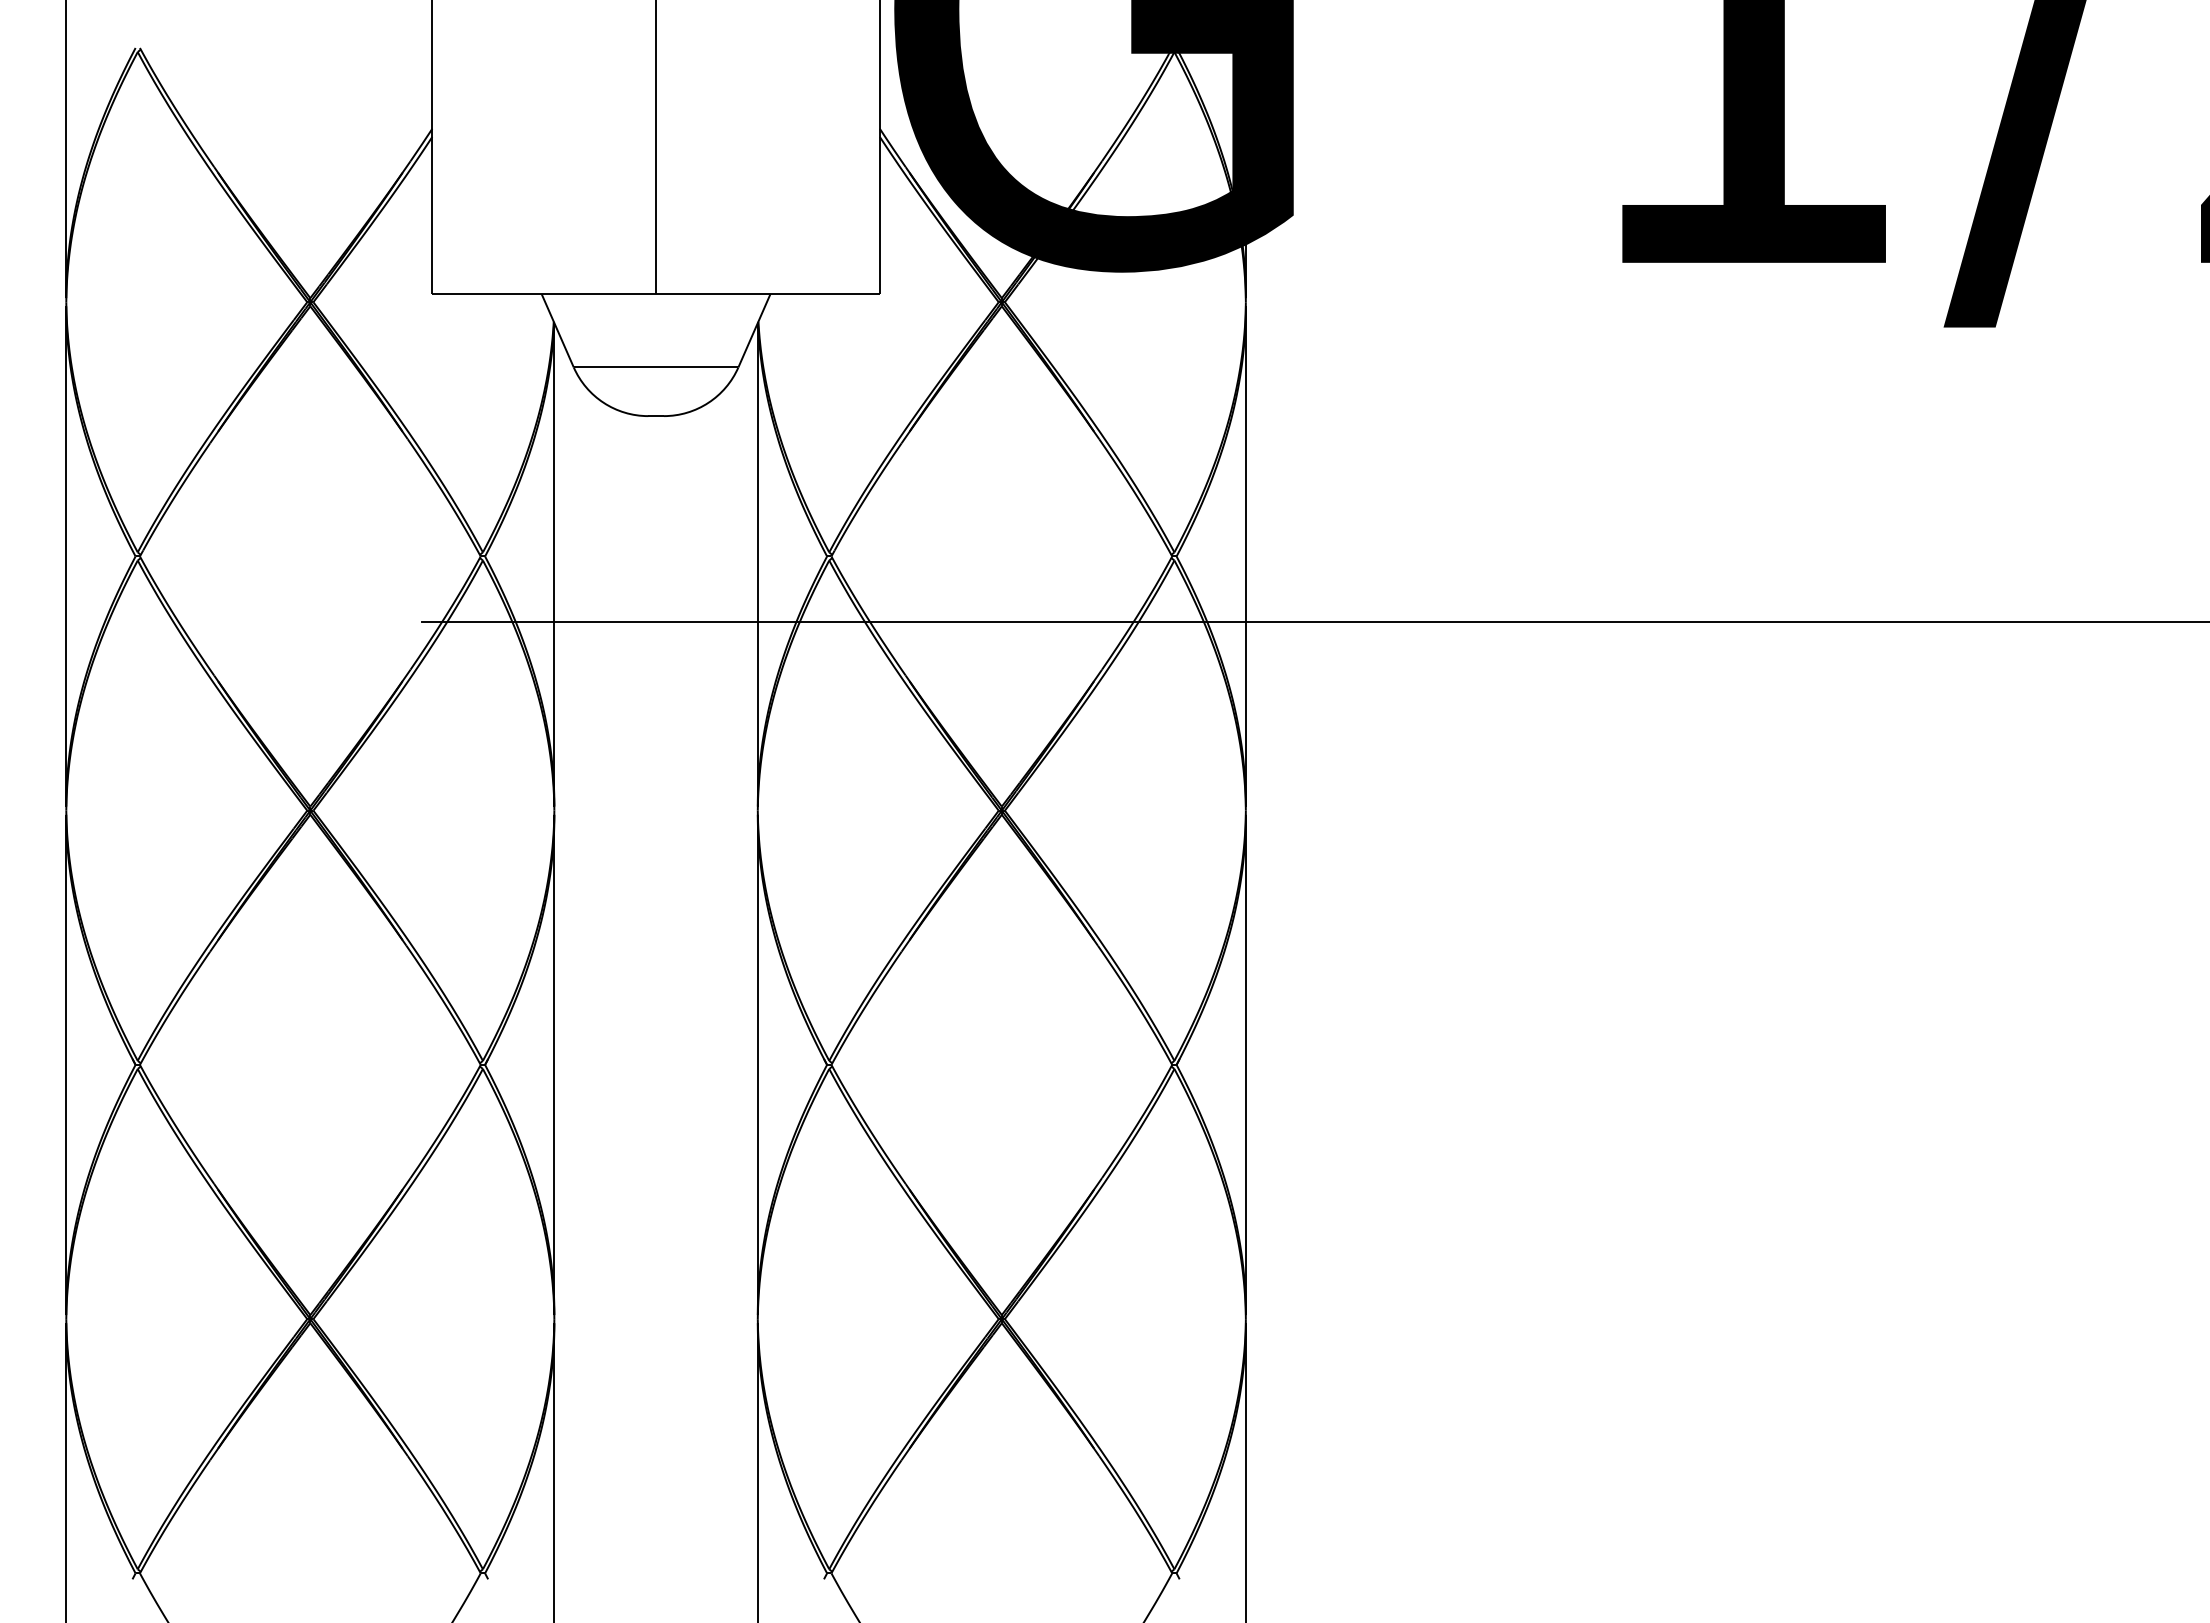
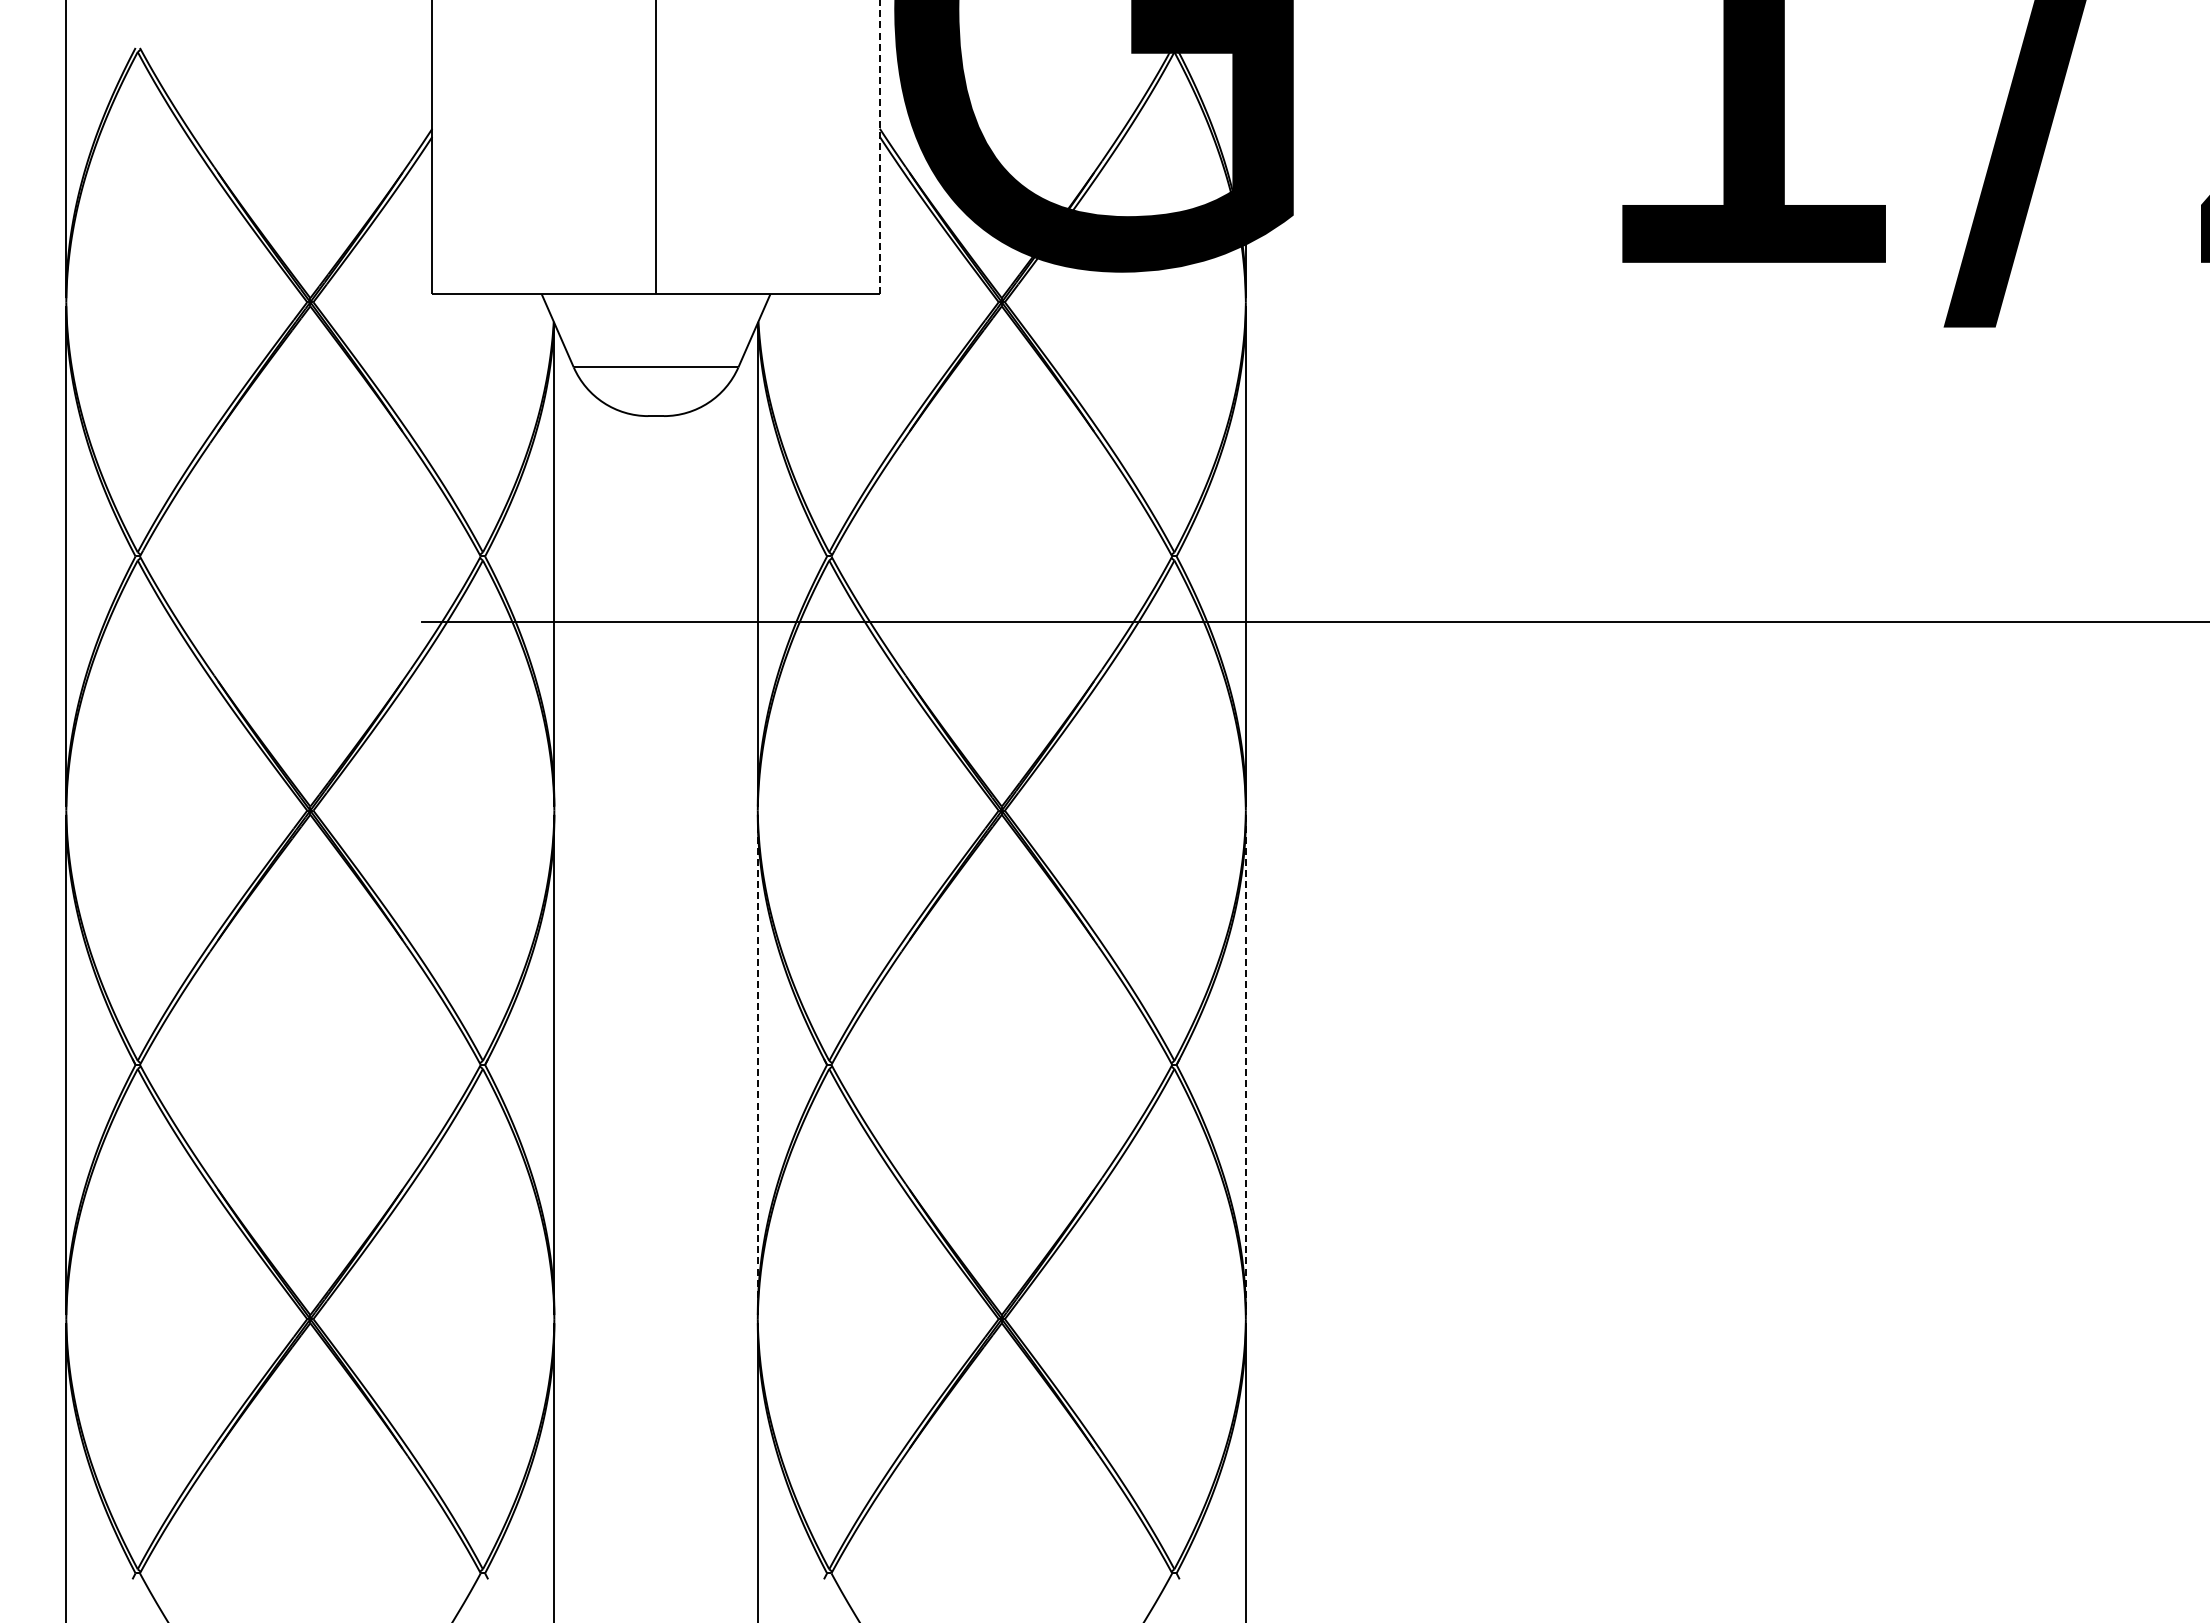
line at (879, 147): solid -> dashed
line at (757, 1065): solid -> dashed
line at (1245, 1065): solid -> dashed
